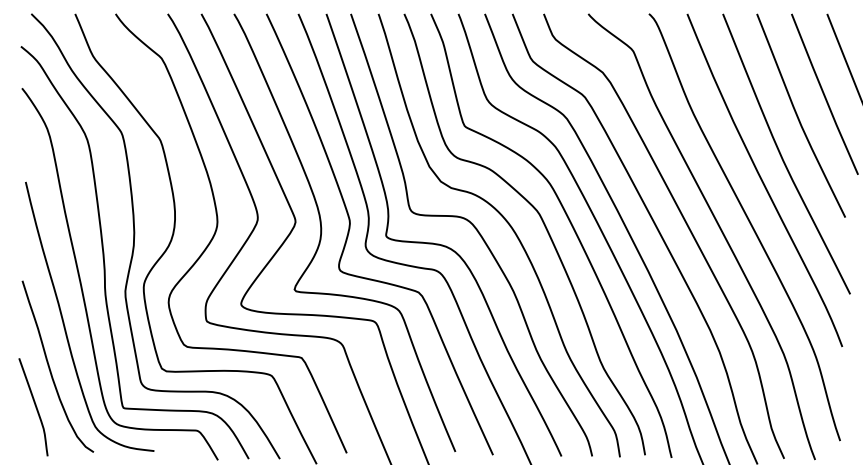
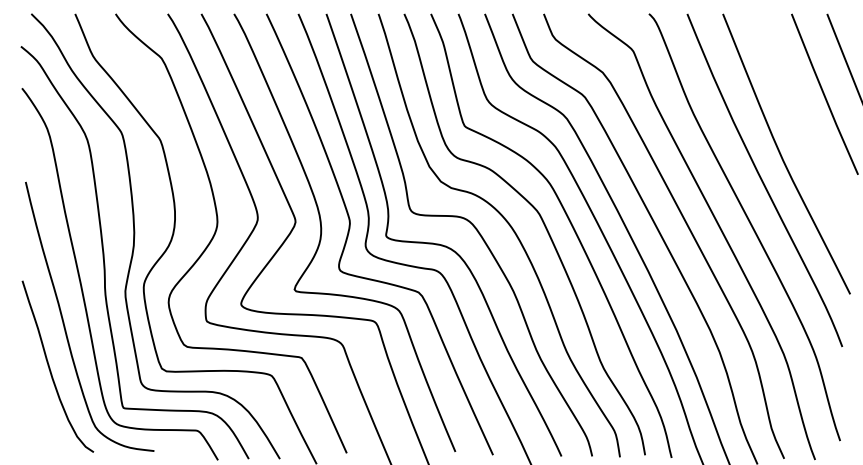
curve at (798, 115): present -> none
curve at (35, 407): present -> none
